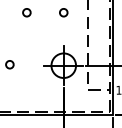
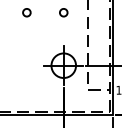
circle at (9, 64): present -> none
